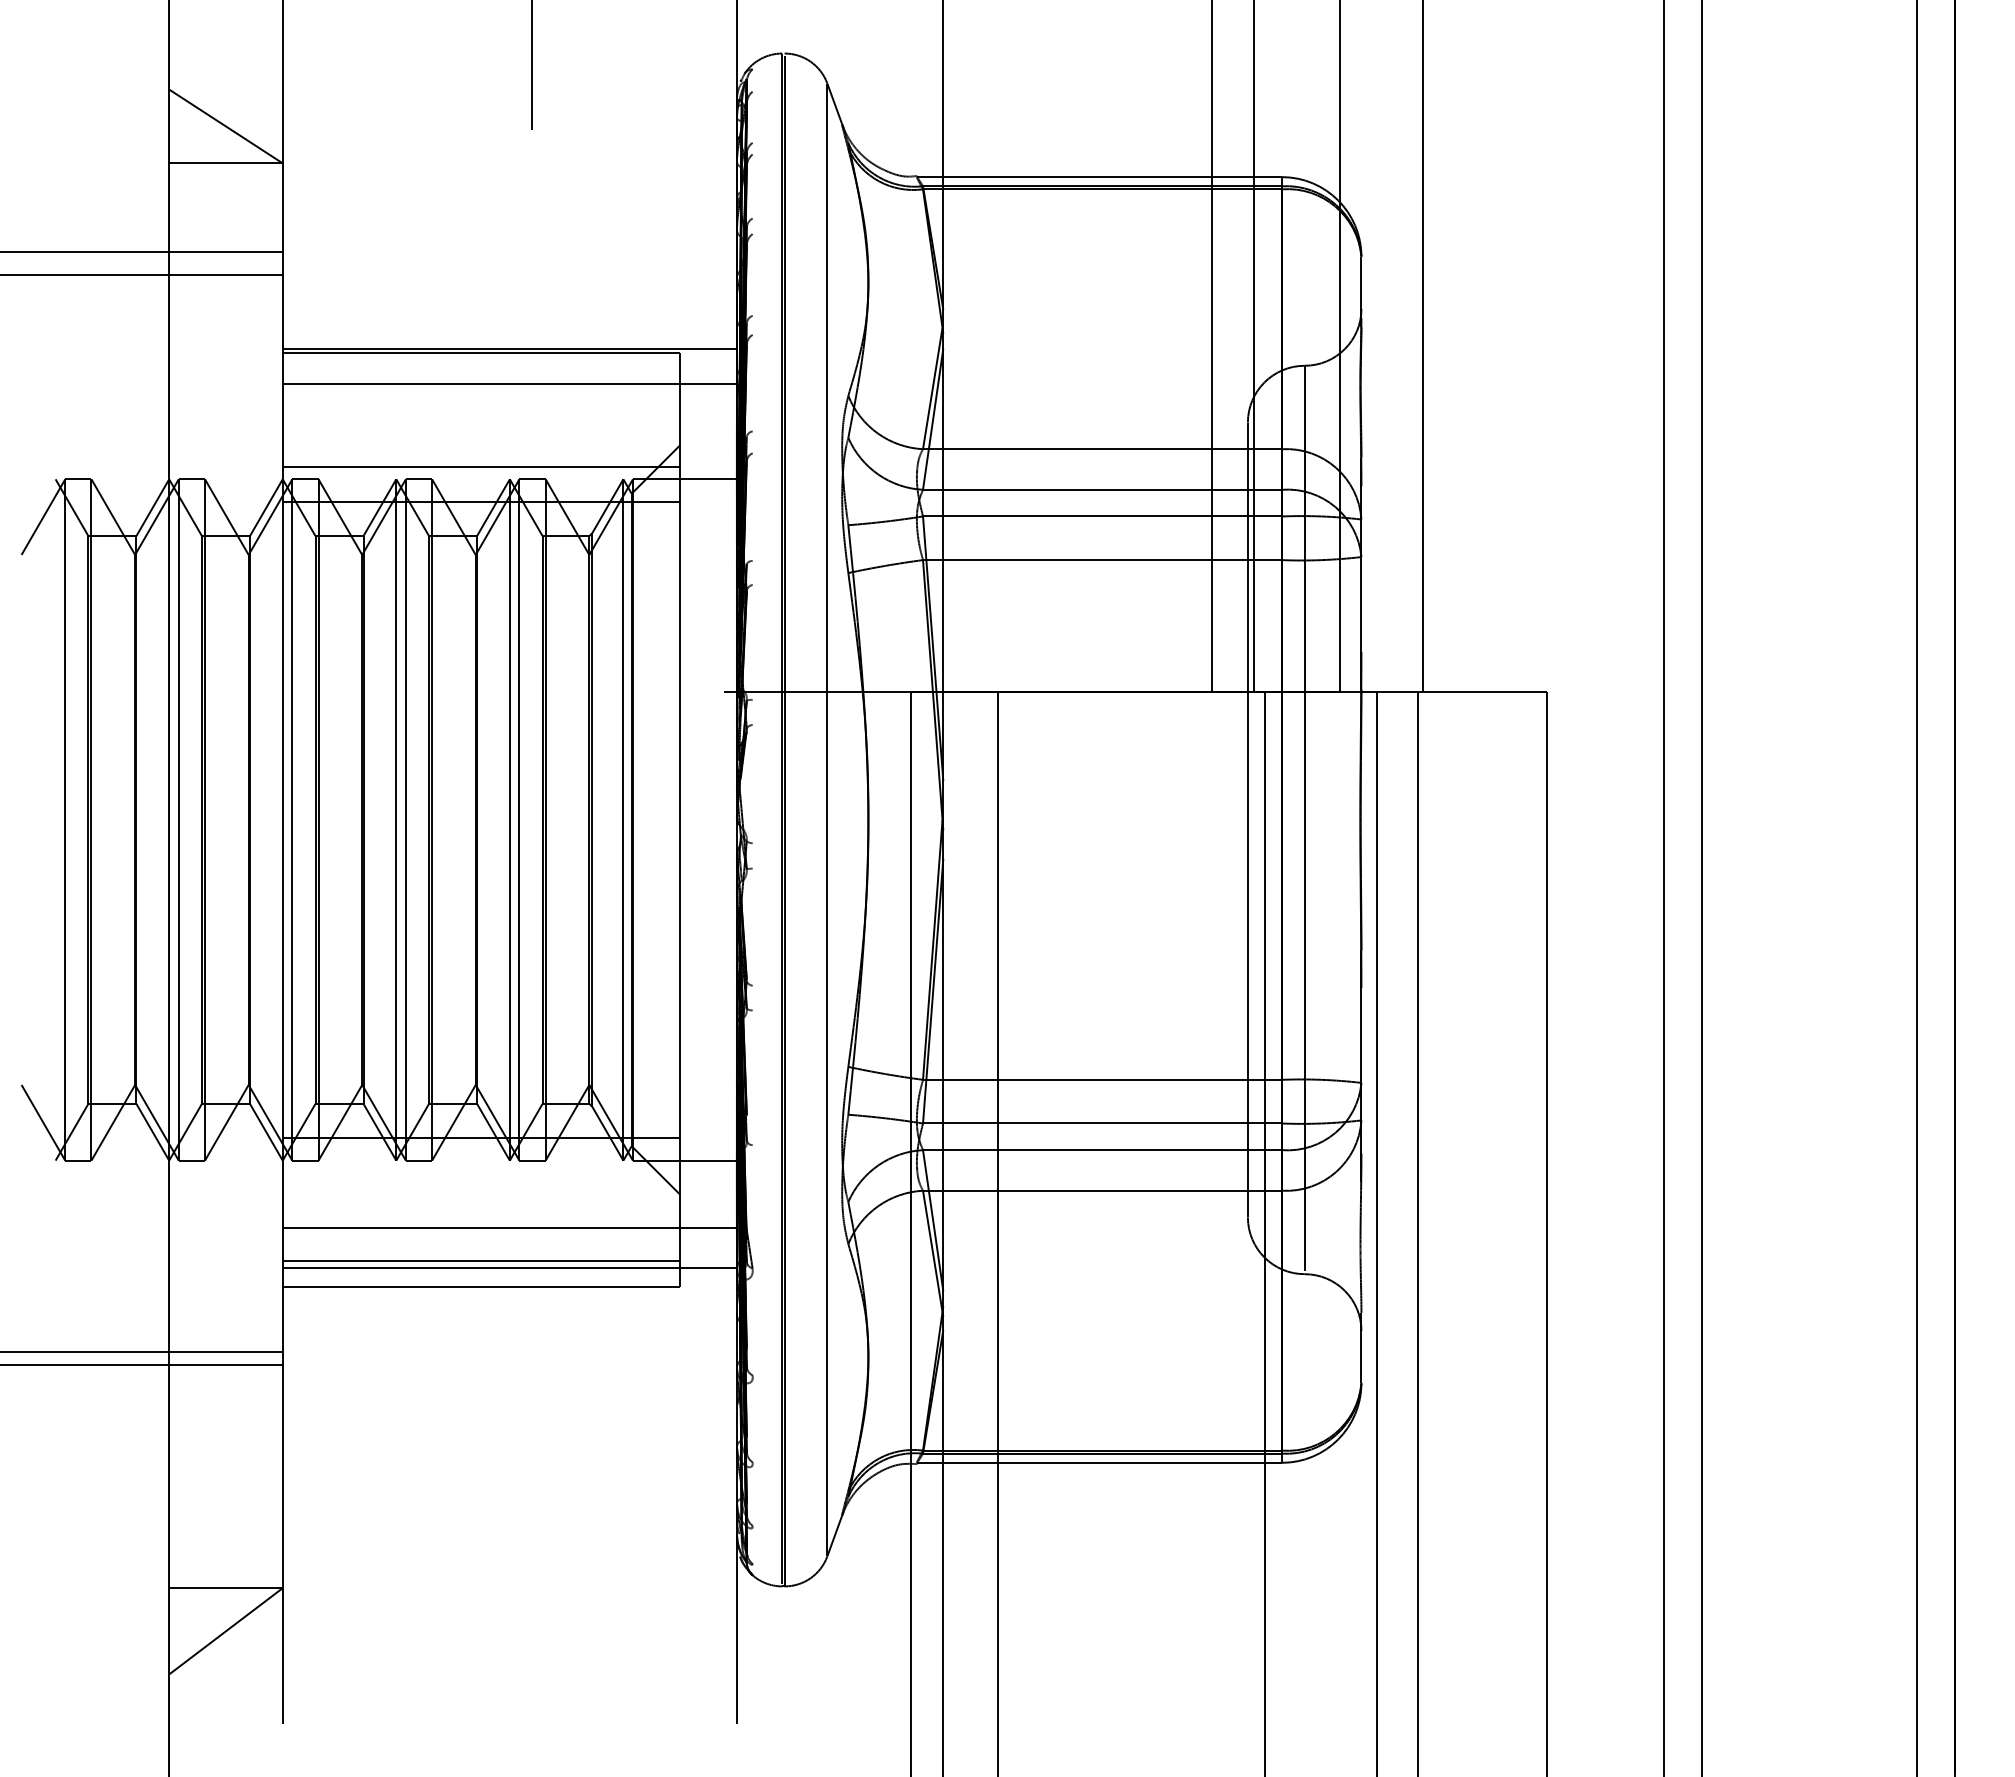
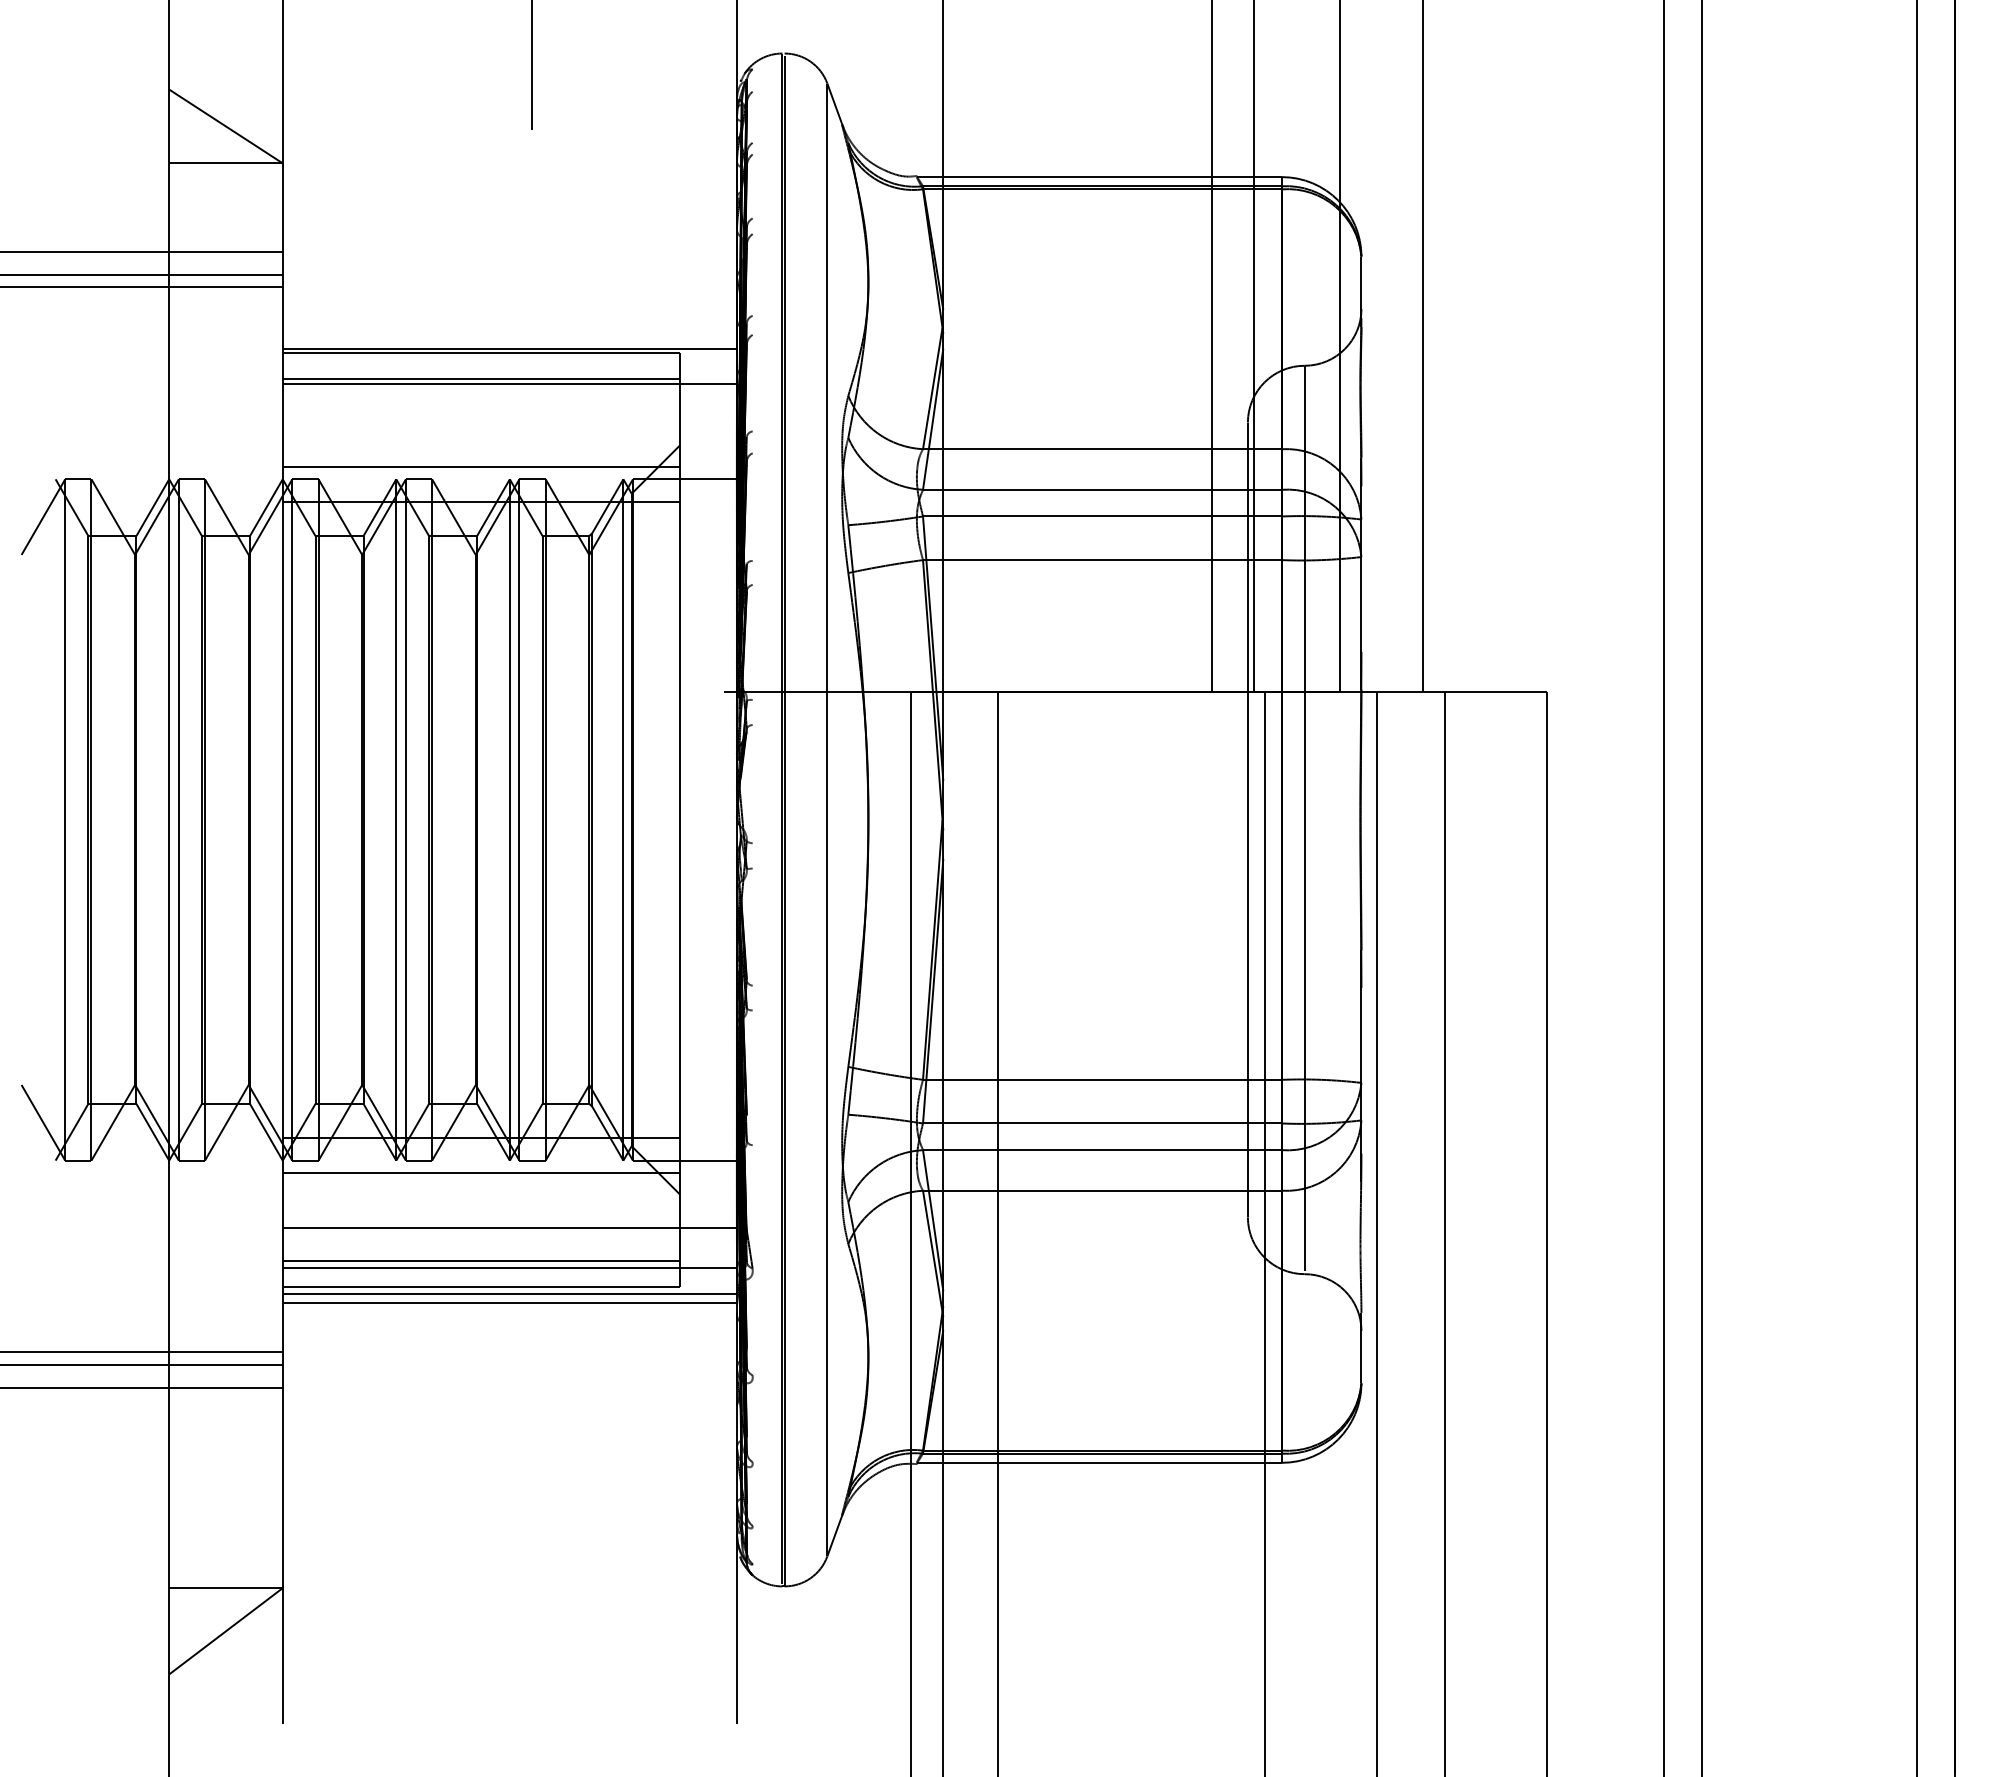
line at (142, 287): none -> present
line at (481, 379): none -> present
line at (481, 1173): none -> present
line at (1418, 1232) position: (1418, 1232) -> (1445, 1232)
line at (509, 1294): none -> present
line at (509, 1303): none -> present
line at (142, 1387): none -> present
